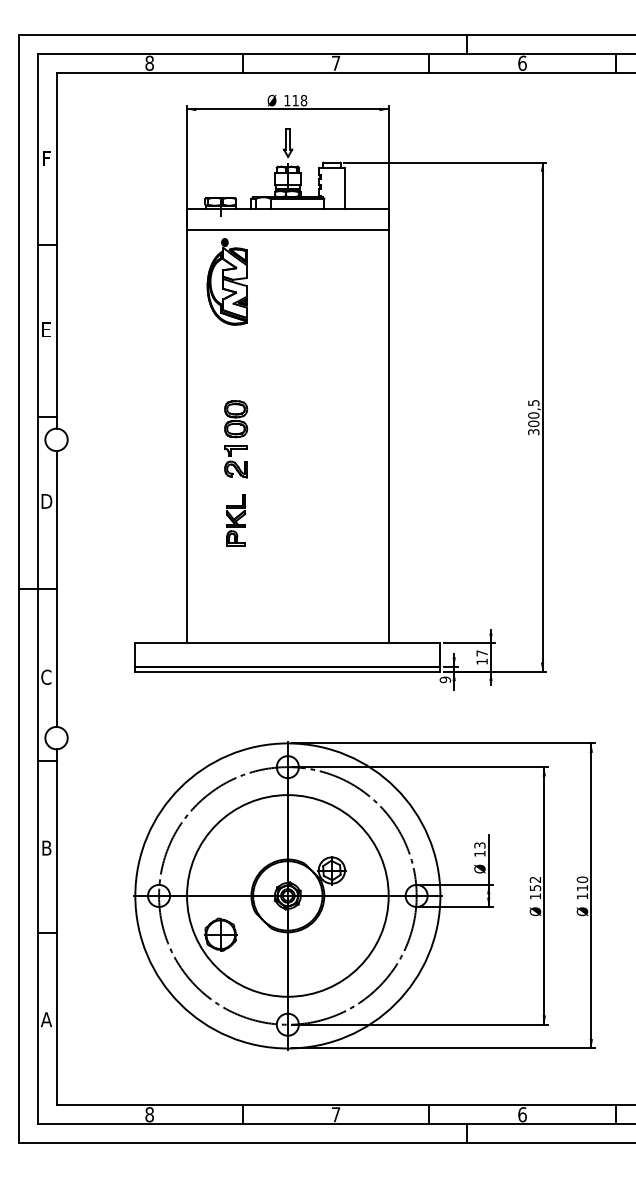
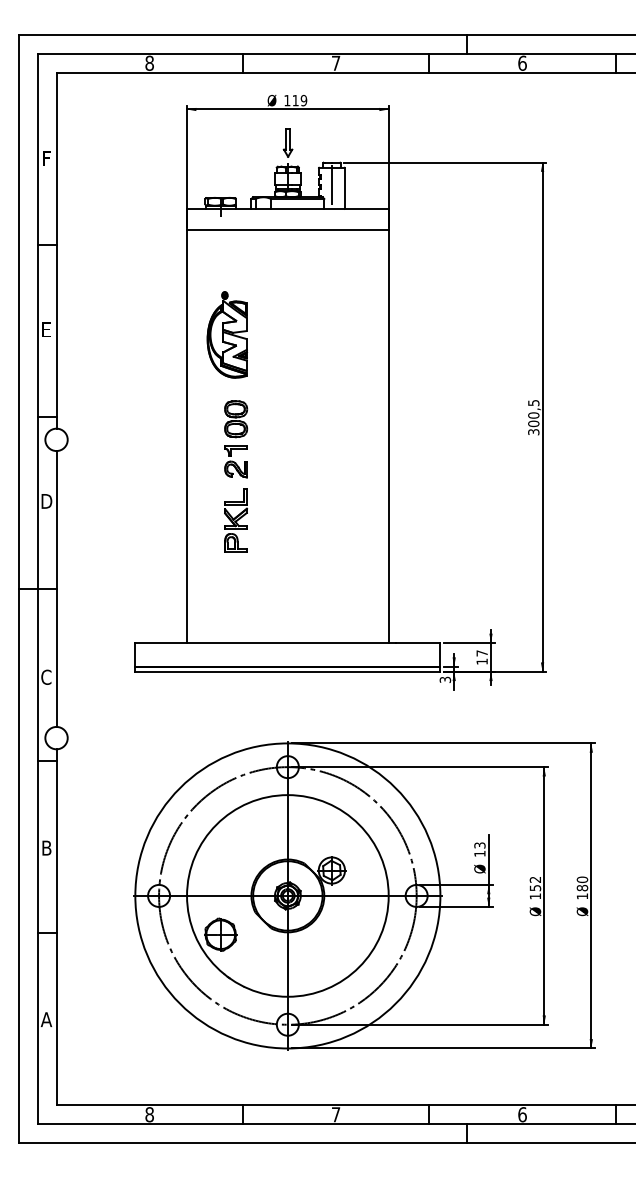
text at (303, 100): 118 -> 119
line at (331, 185): none -> present
part at (226, 281) position: (226, 281) -> (226, 334)
part at (235, 520) size: 20x53 px -> 24x65 px
text at (444, 679): 9 -> 3
text at (582, 888): 110 -> 180
